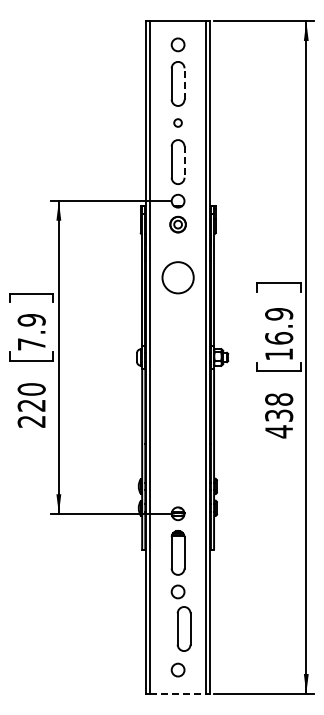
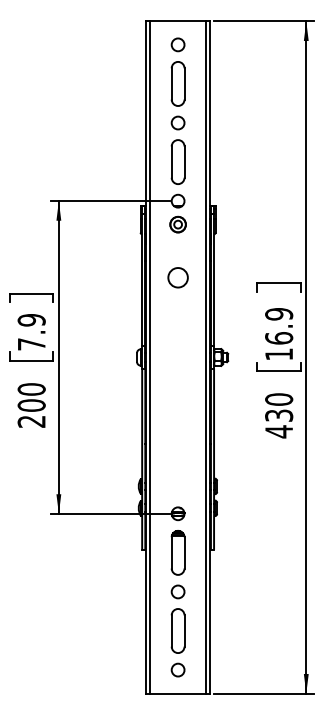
line at (184, 83): dashed -> solid
circle at (177, 122) size: 10x10 px -> 16x16 px
line at (184, 162): dashed -> solid
circle at (177, 277) diameter: 31 px -> 20 px
text at (278, 399): 438 -> 430
text at (31, 405): 220 -> 200
part at (183, 628) position: (183, 628) -> (177, 630)
line at (178, 693): dashed -> solid
